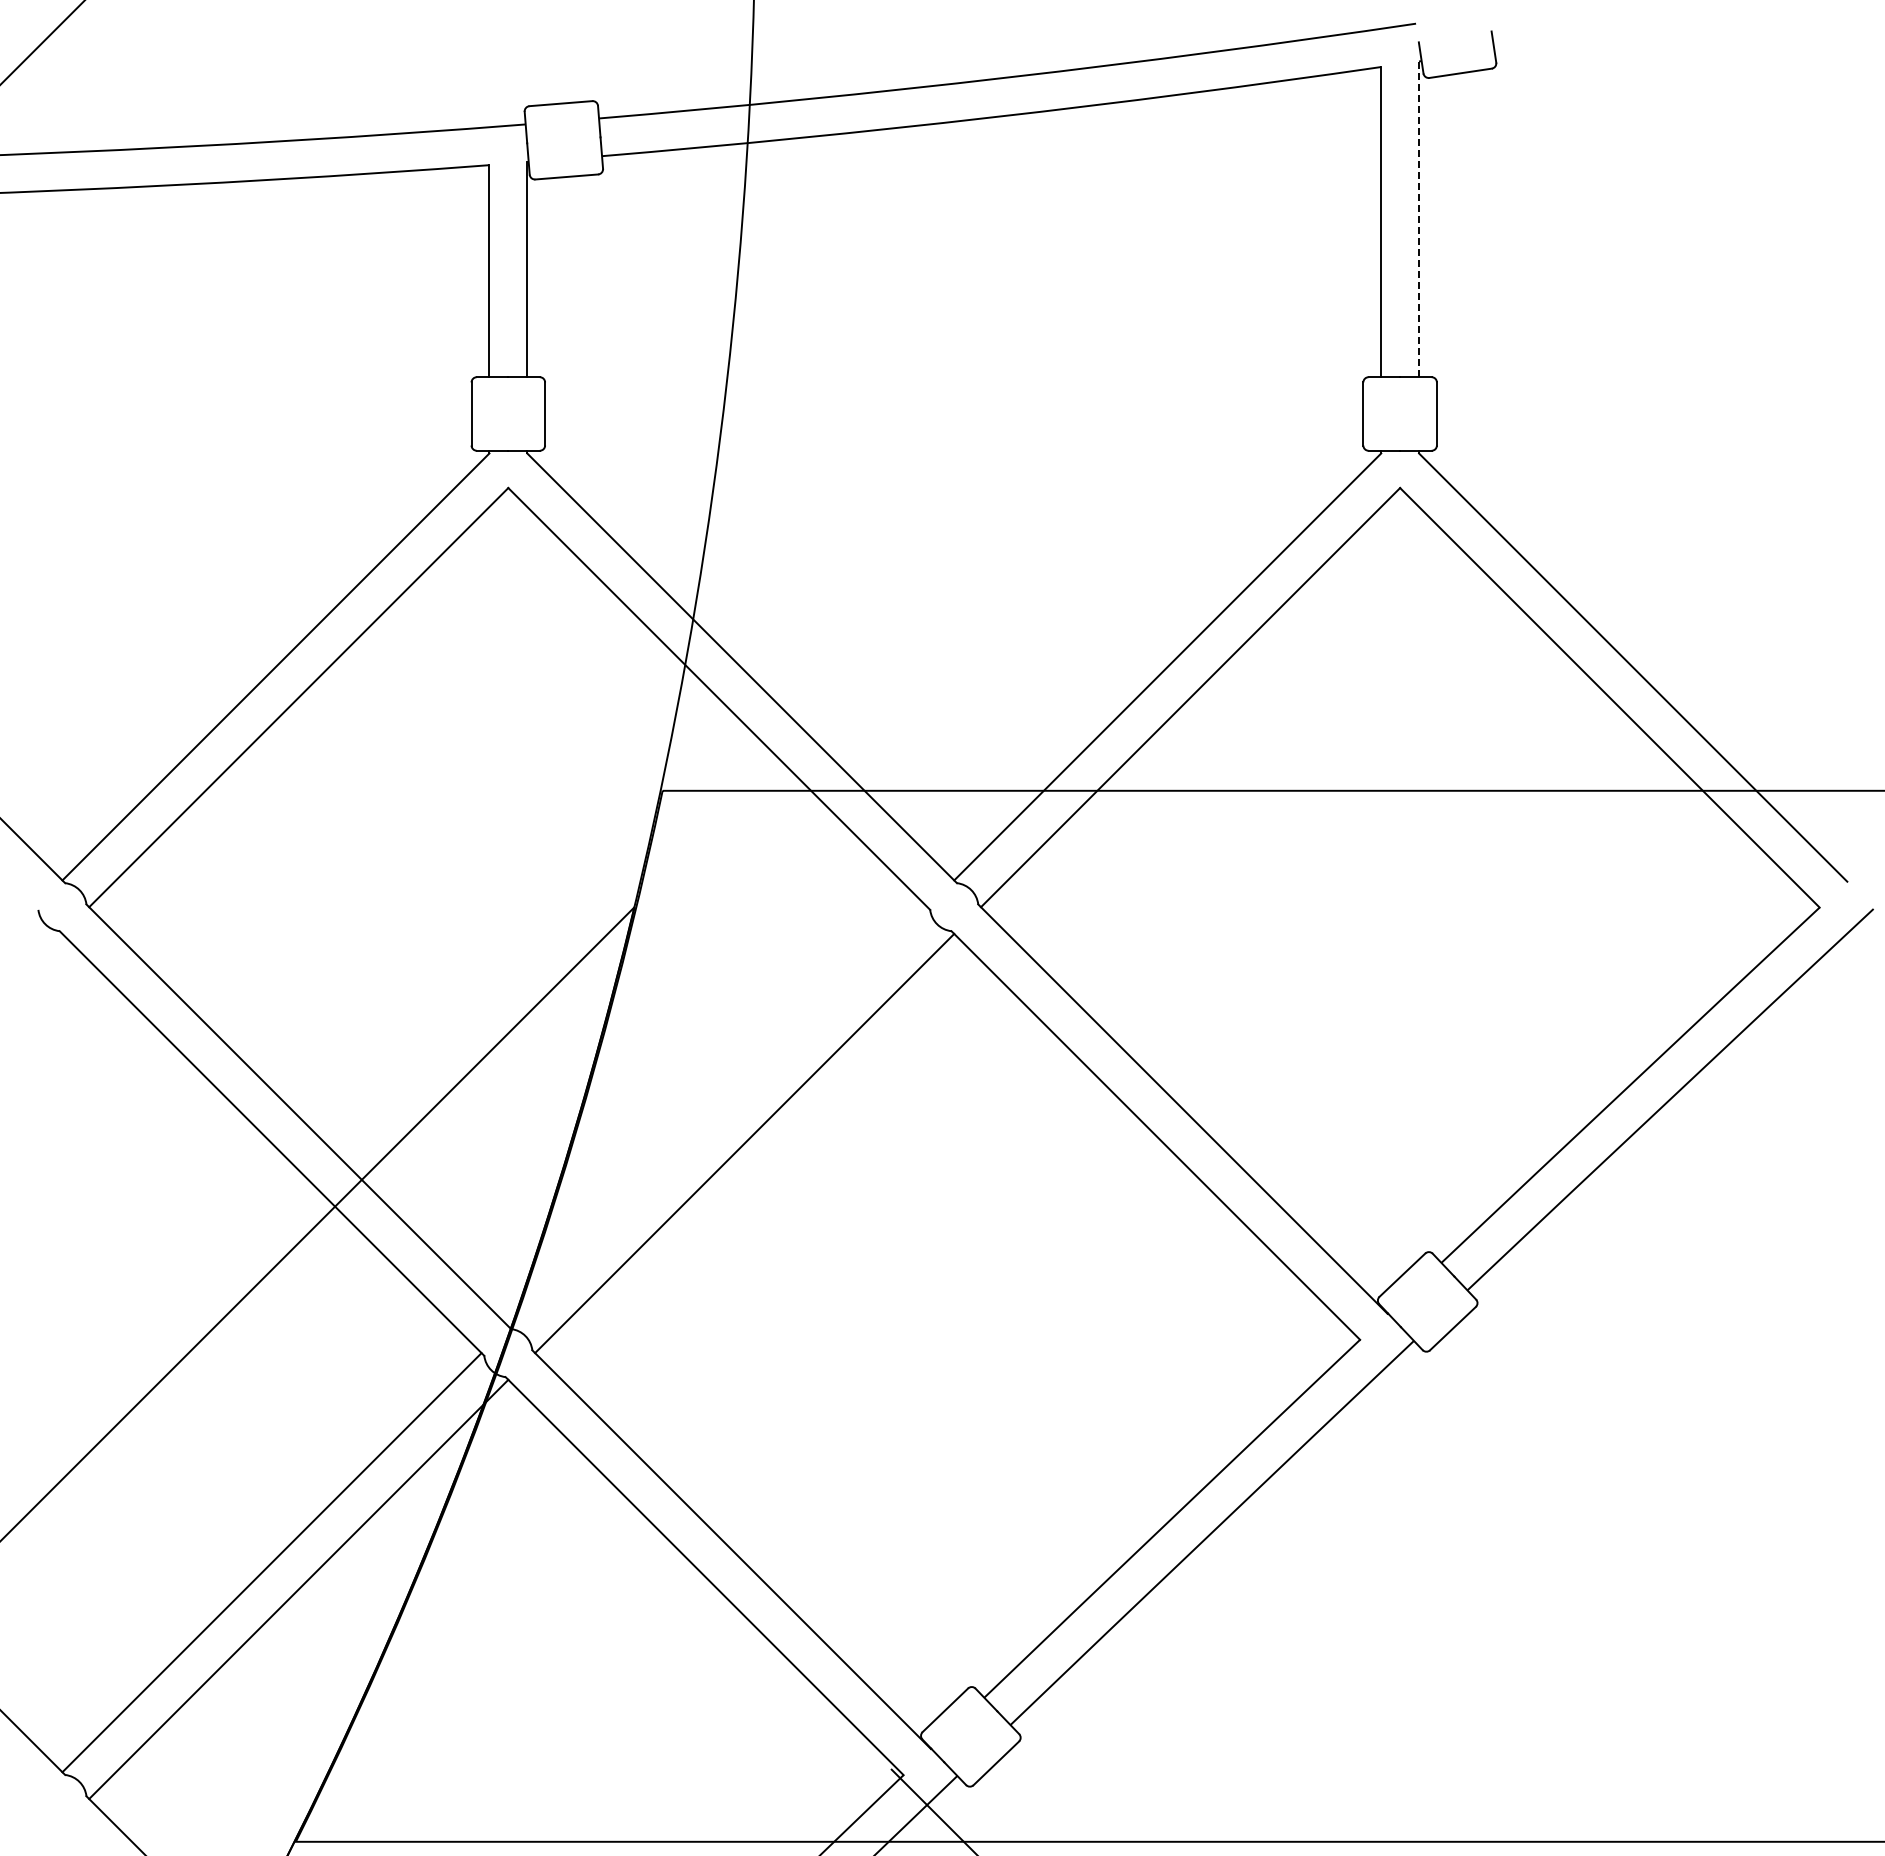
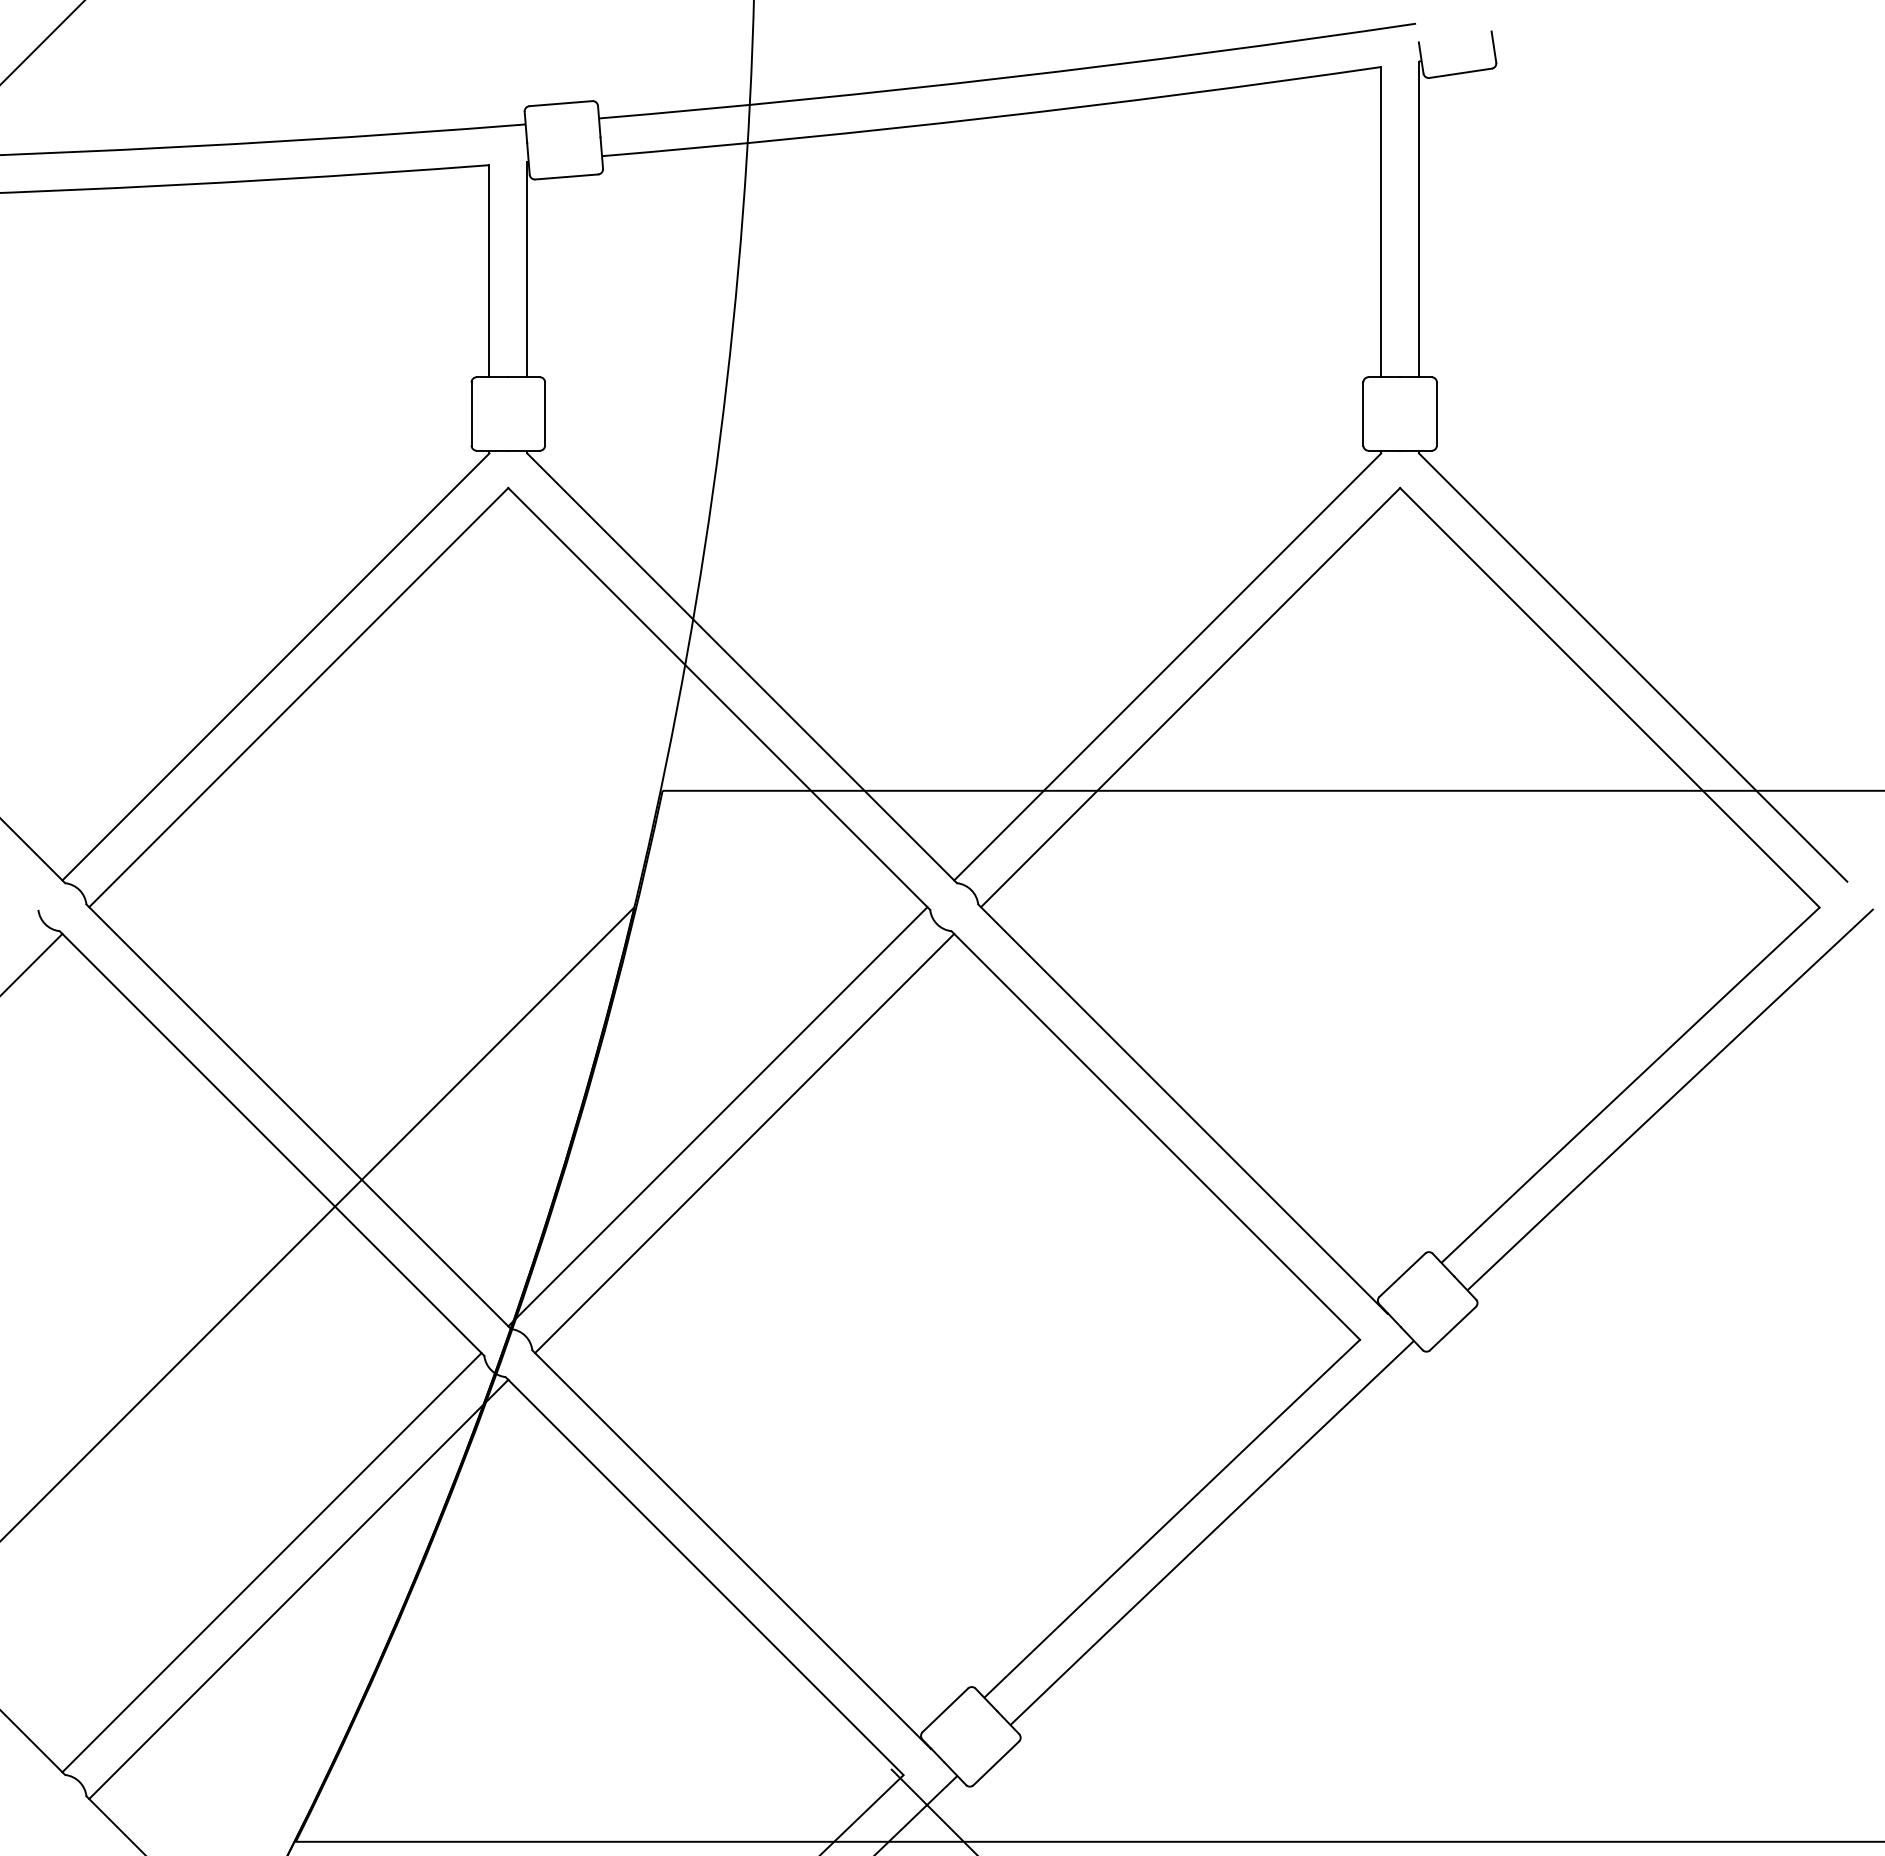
line at (1419, 219): dashed -> solid
line at (32, 963): none -> present
line at (717, 1116): none -> present
